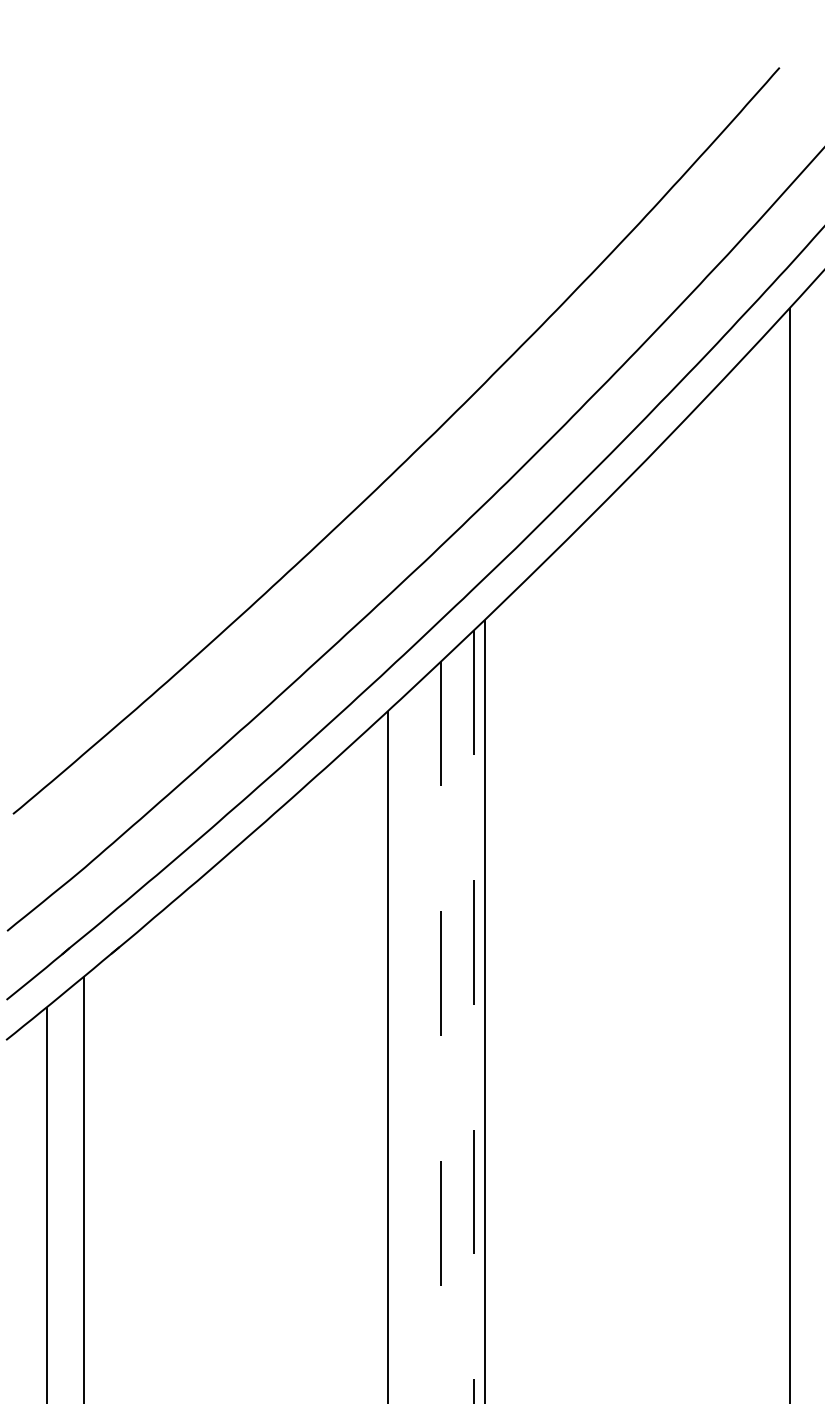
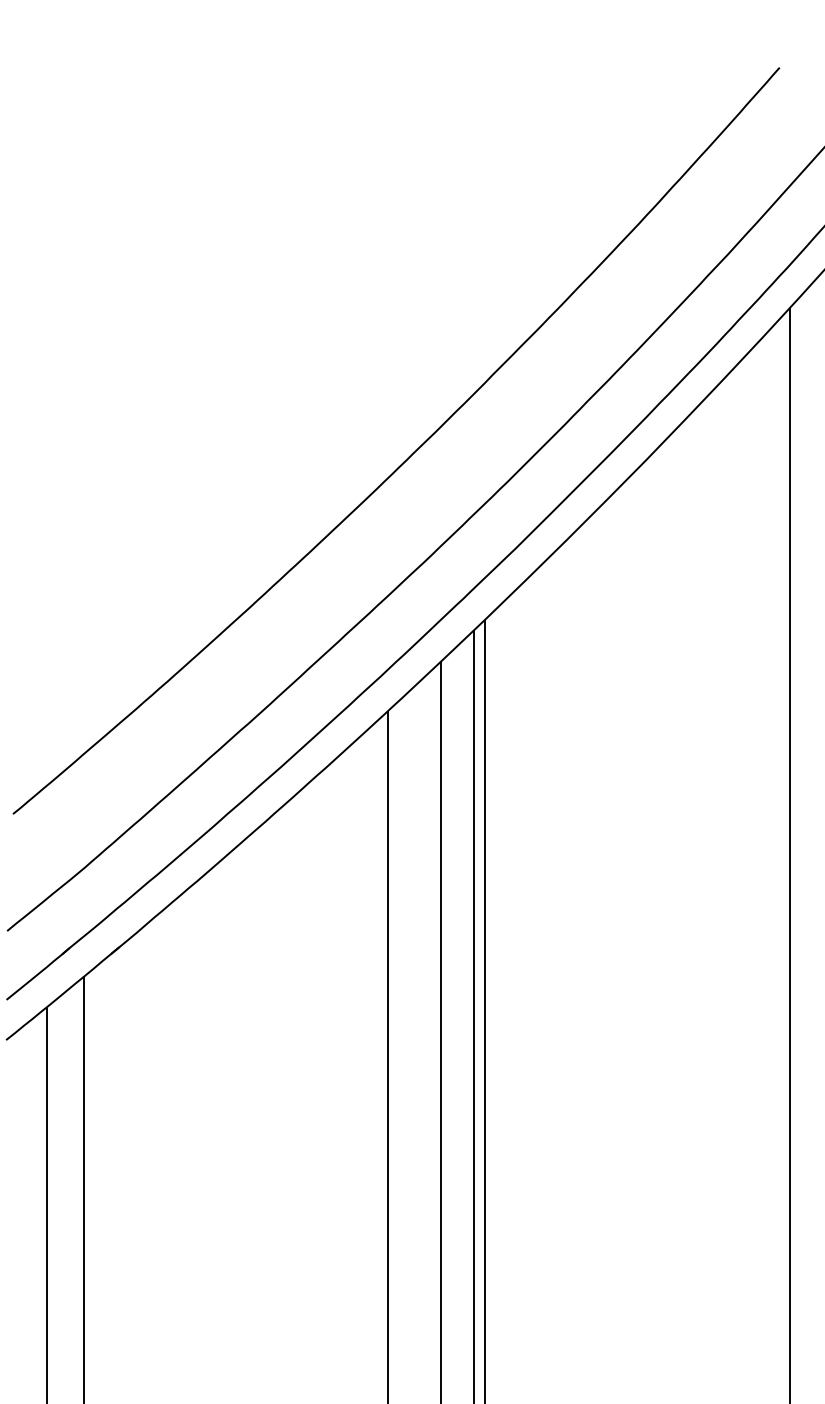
line at (474, 1017): dashed -> solid
line at (441, 1033): dashed -> solid
